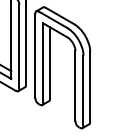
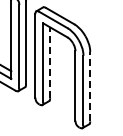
line at (50, 62): solid -> dashed
line at (90, 86): solid -> dashed
